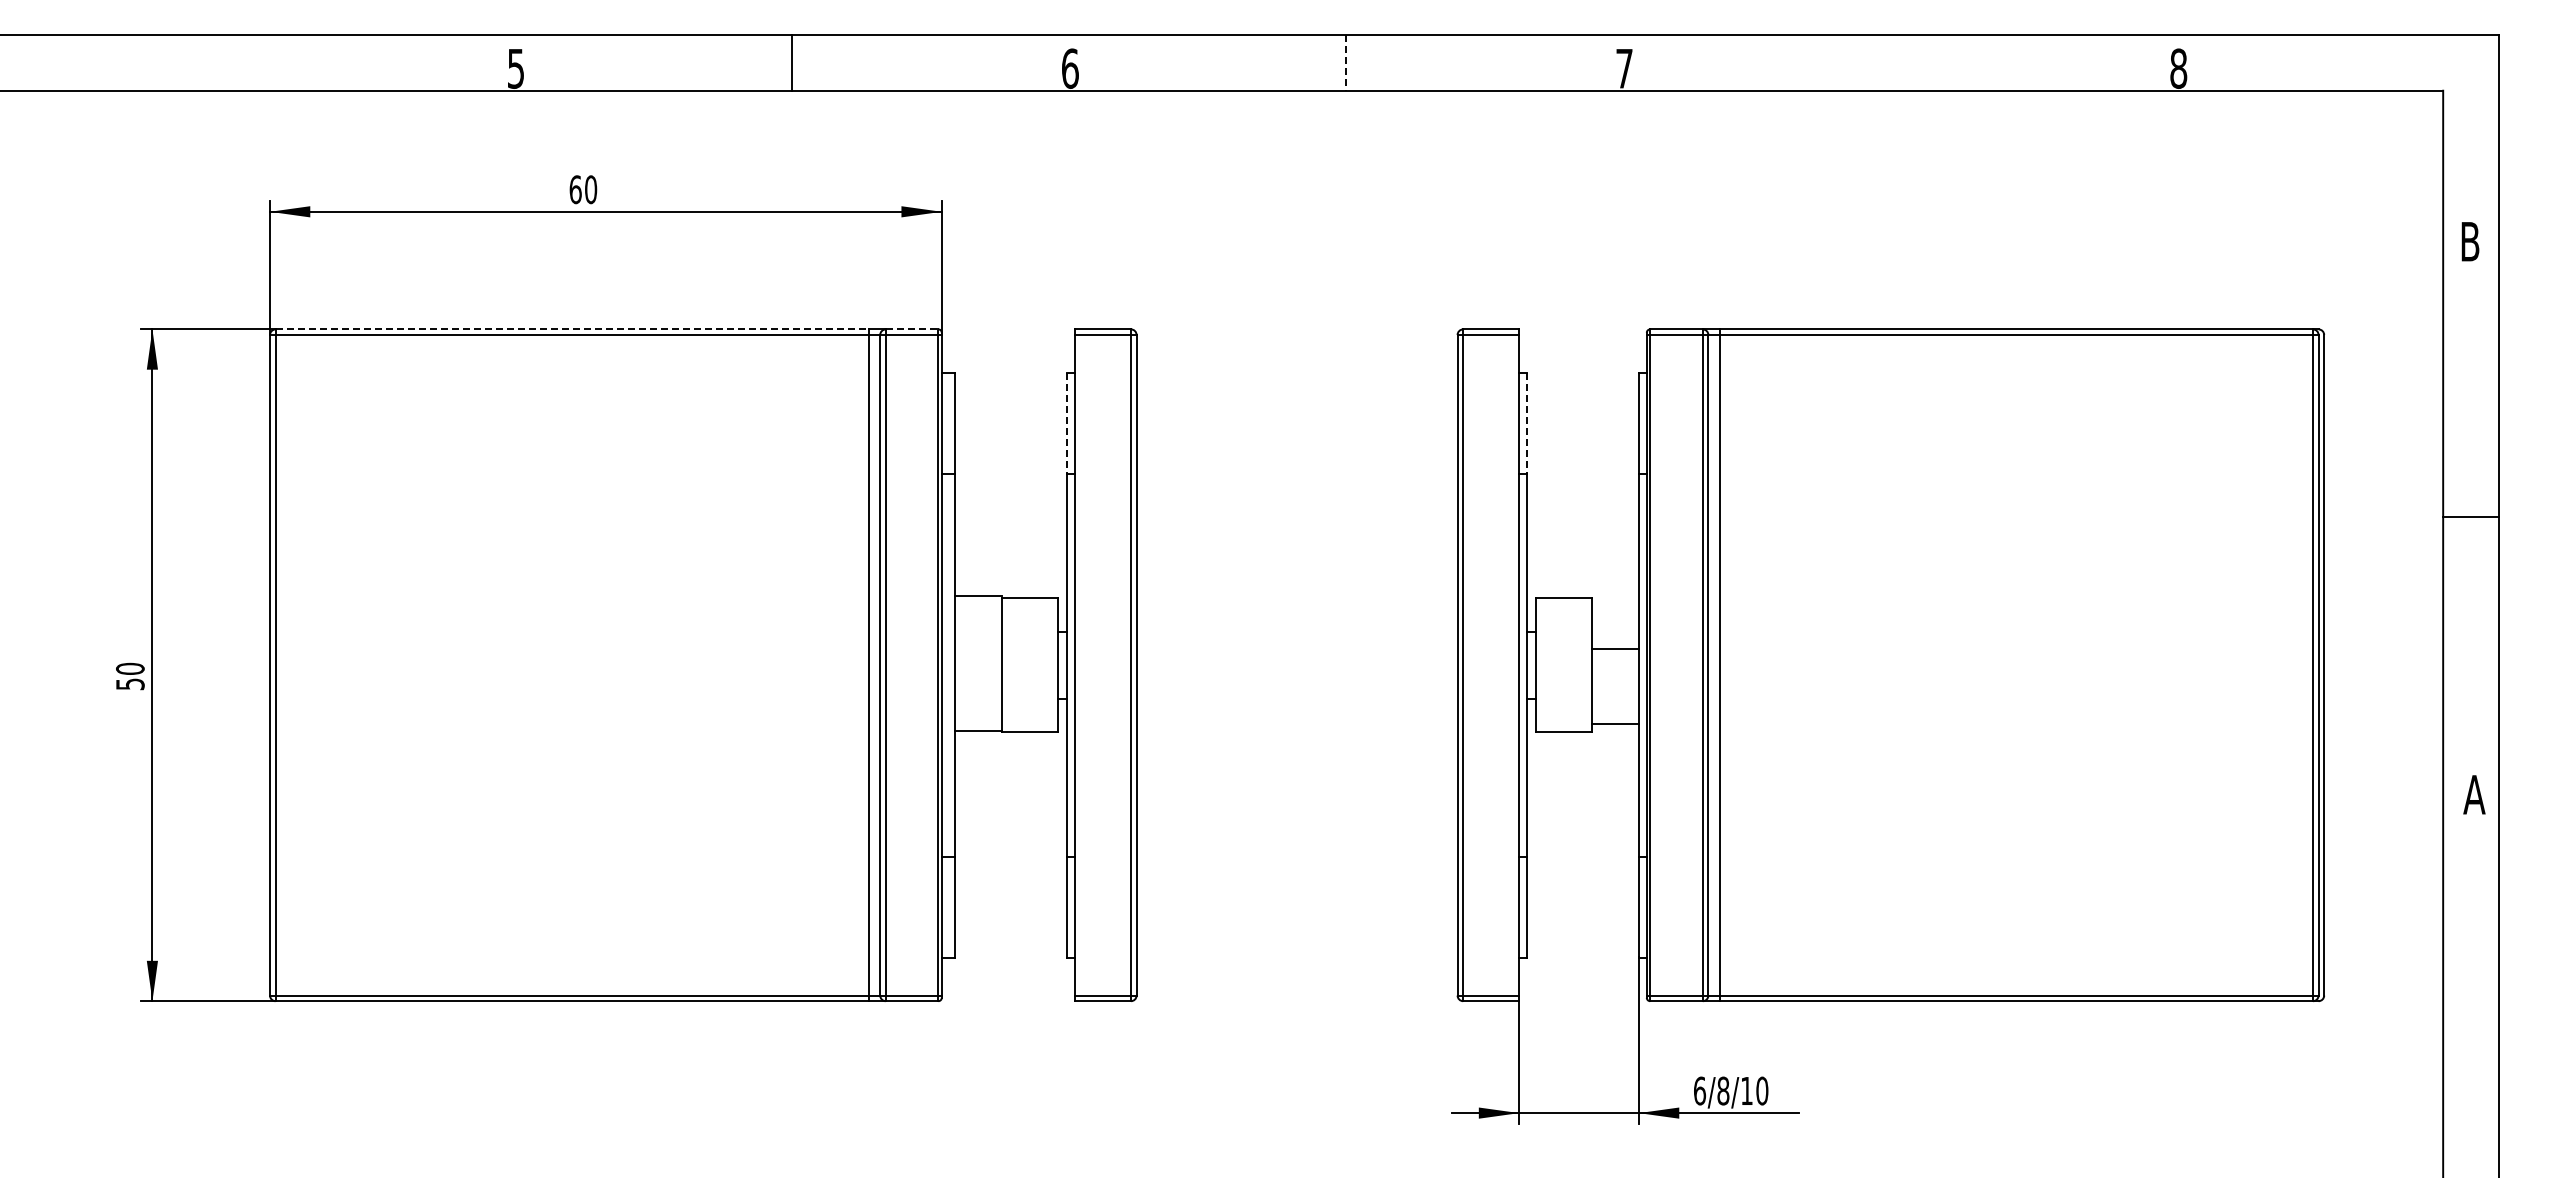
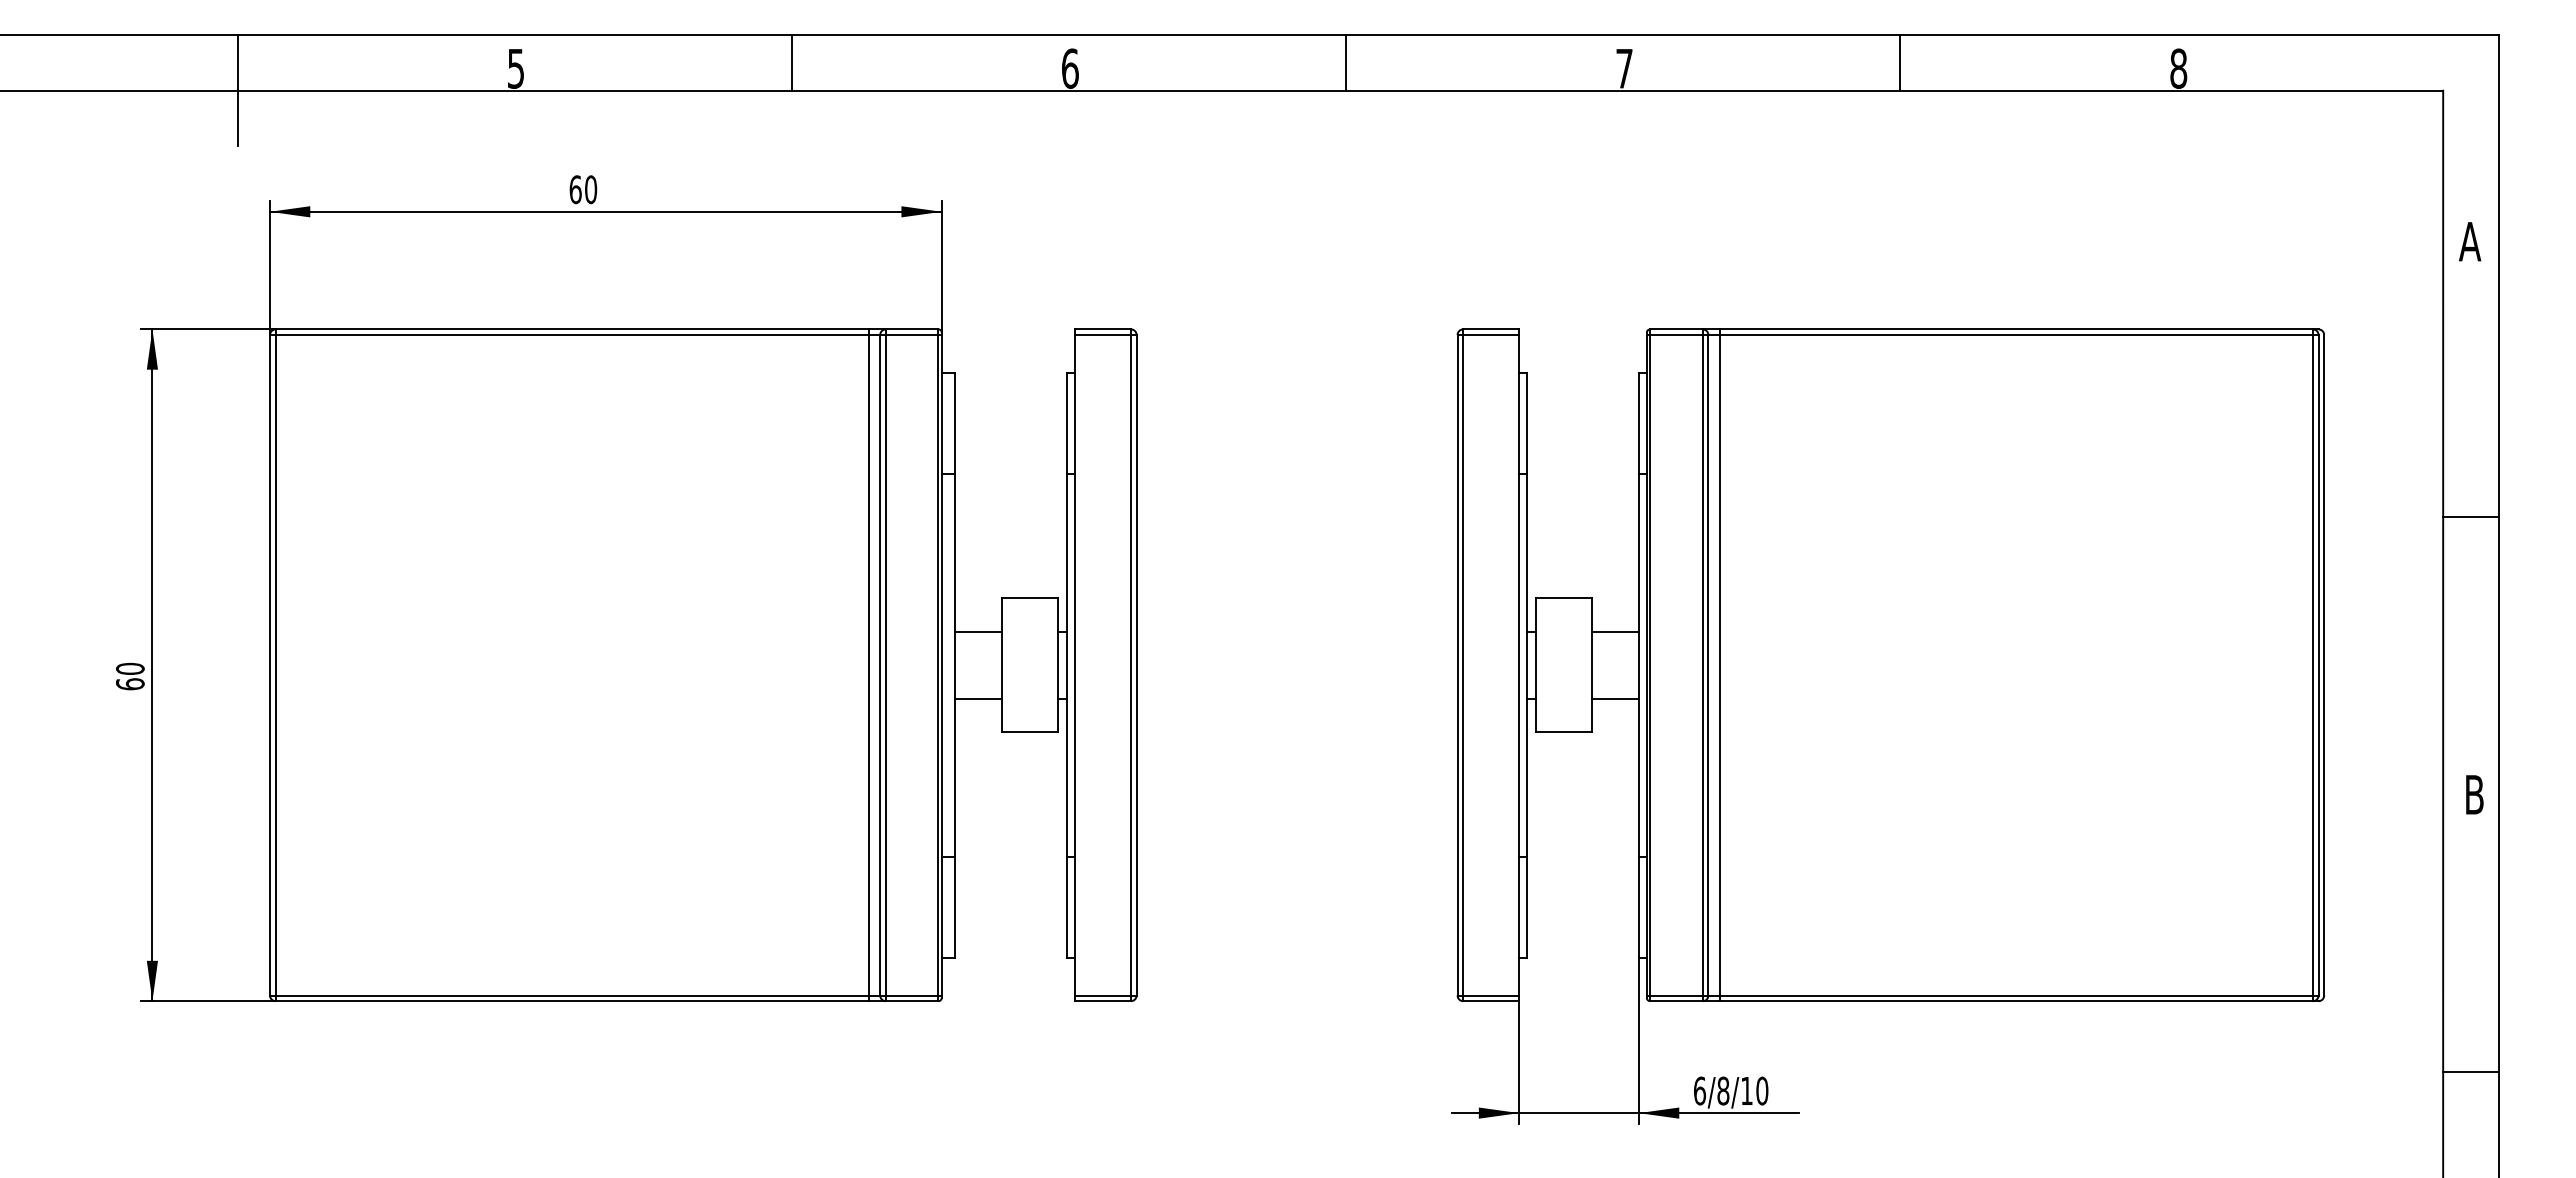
line at (1900, 62): none -> present
line at (1345, 63): dashed -> solid
line at (237, 90): none -> present
text at (2470, 241): B -> A
line at (572, 329): dashed -> solid
line at (912, 329): dashed -> solid
line at (1067, 423): dashed -> solid
line at (1527, 423): dashed -> solid
line at (978, 595) position: (978, 595) -> (978, 631)
line at (1614, 648) position: (1614, 648) -> (1614, 631)
text at (130, 684): 50 -> 60
line at (1614, 723) position: (1614, 723) -> (1614, 698)
line at (978, 730) position: (978, 730) -> (978, 698)
text at (2474, 794): A -> B
line at (2470, 1071): none -> present
